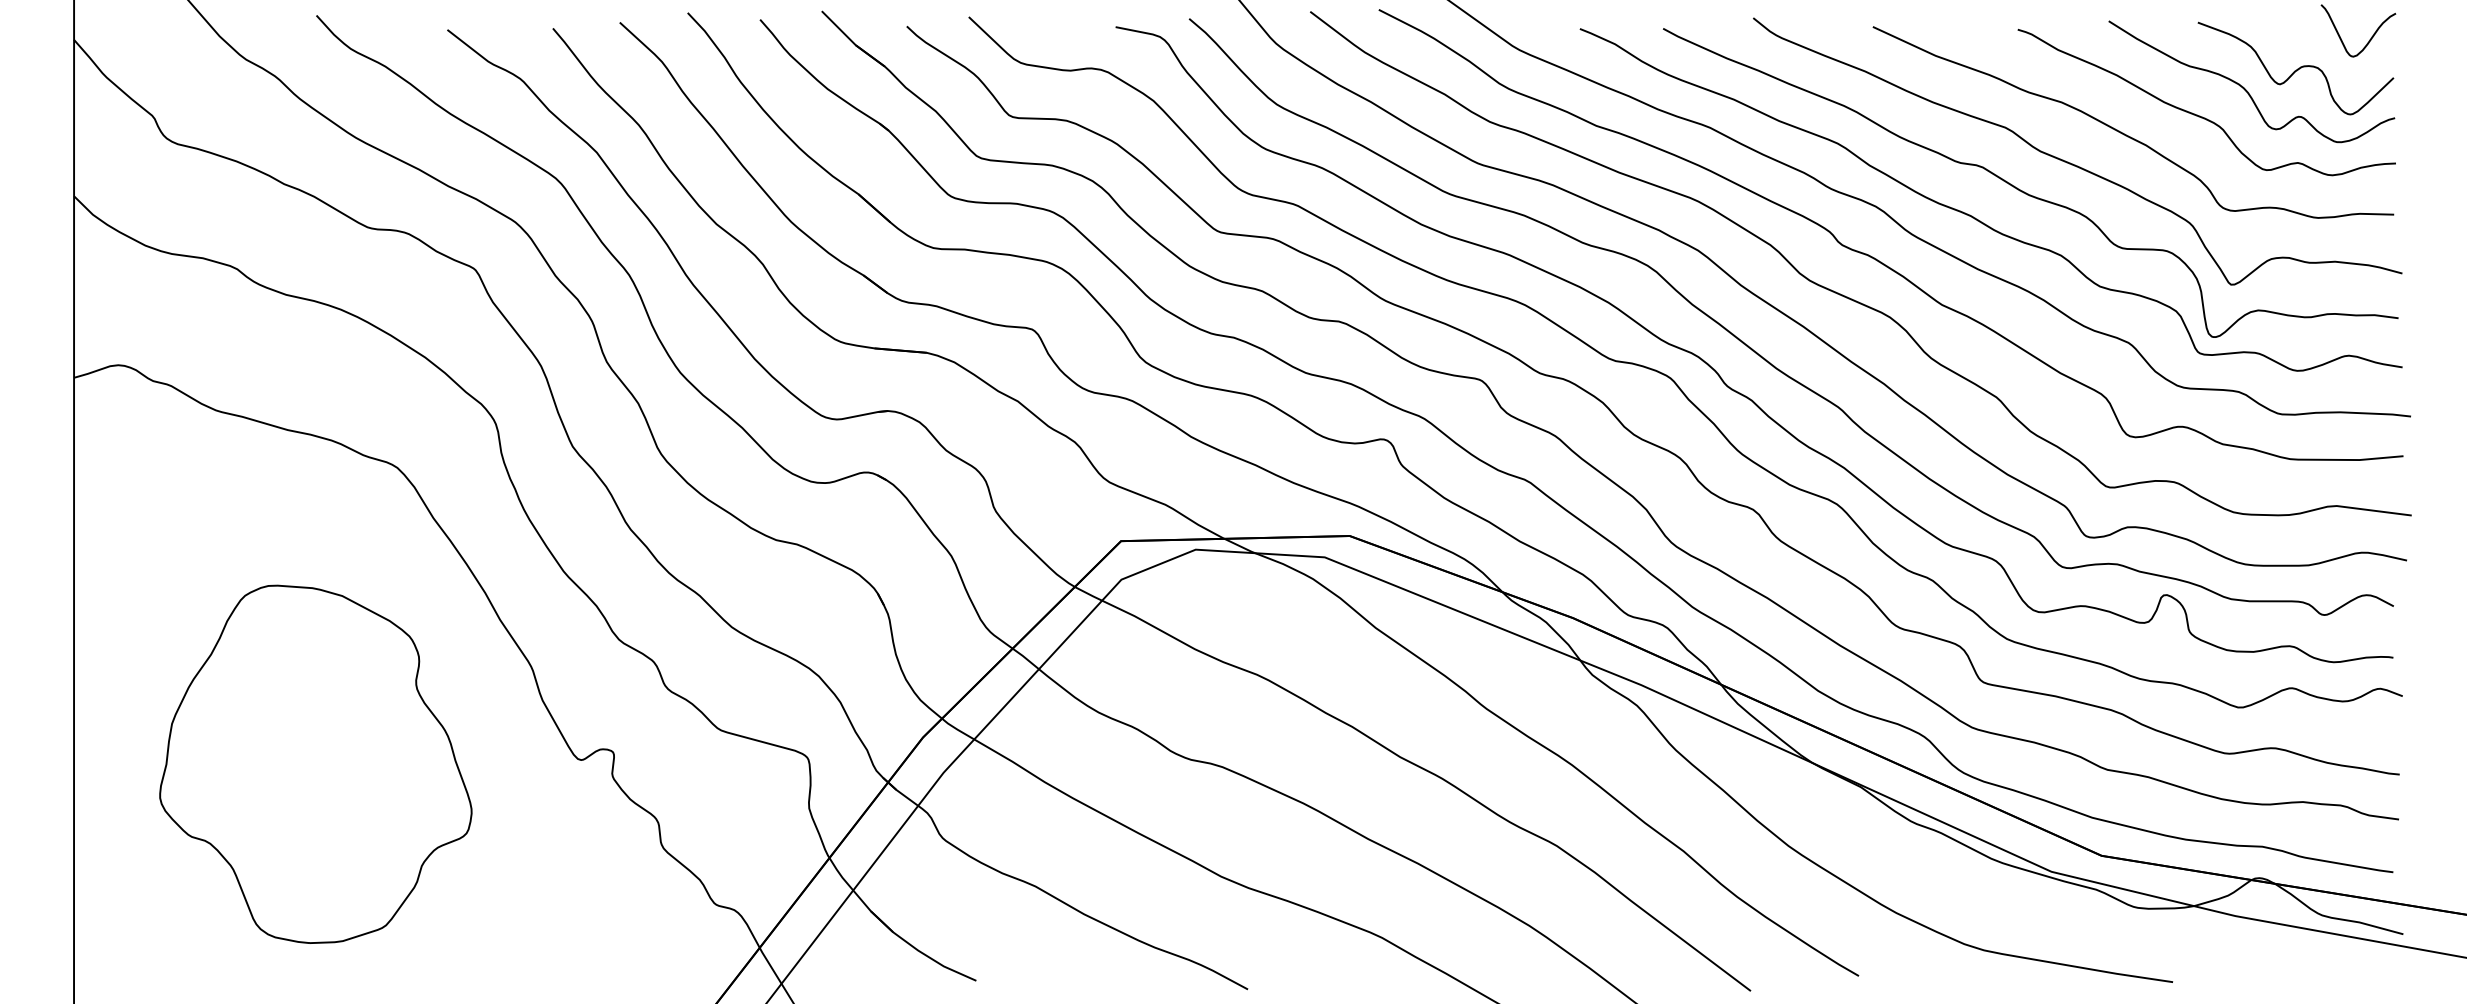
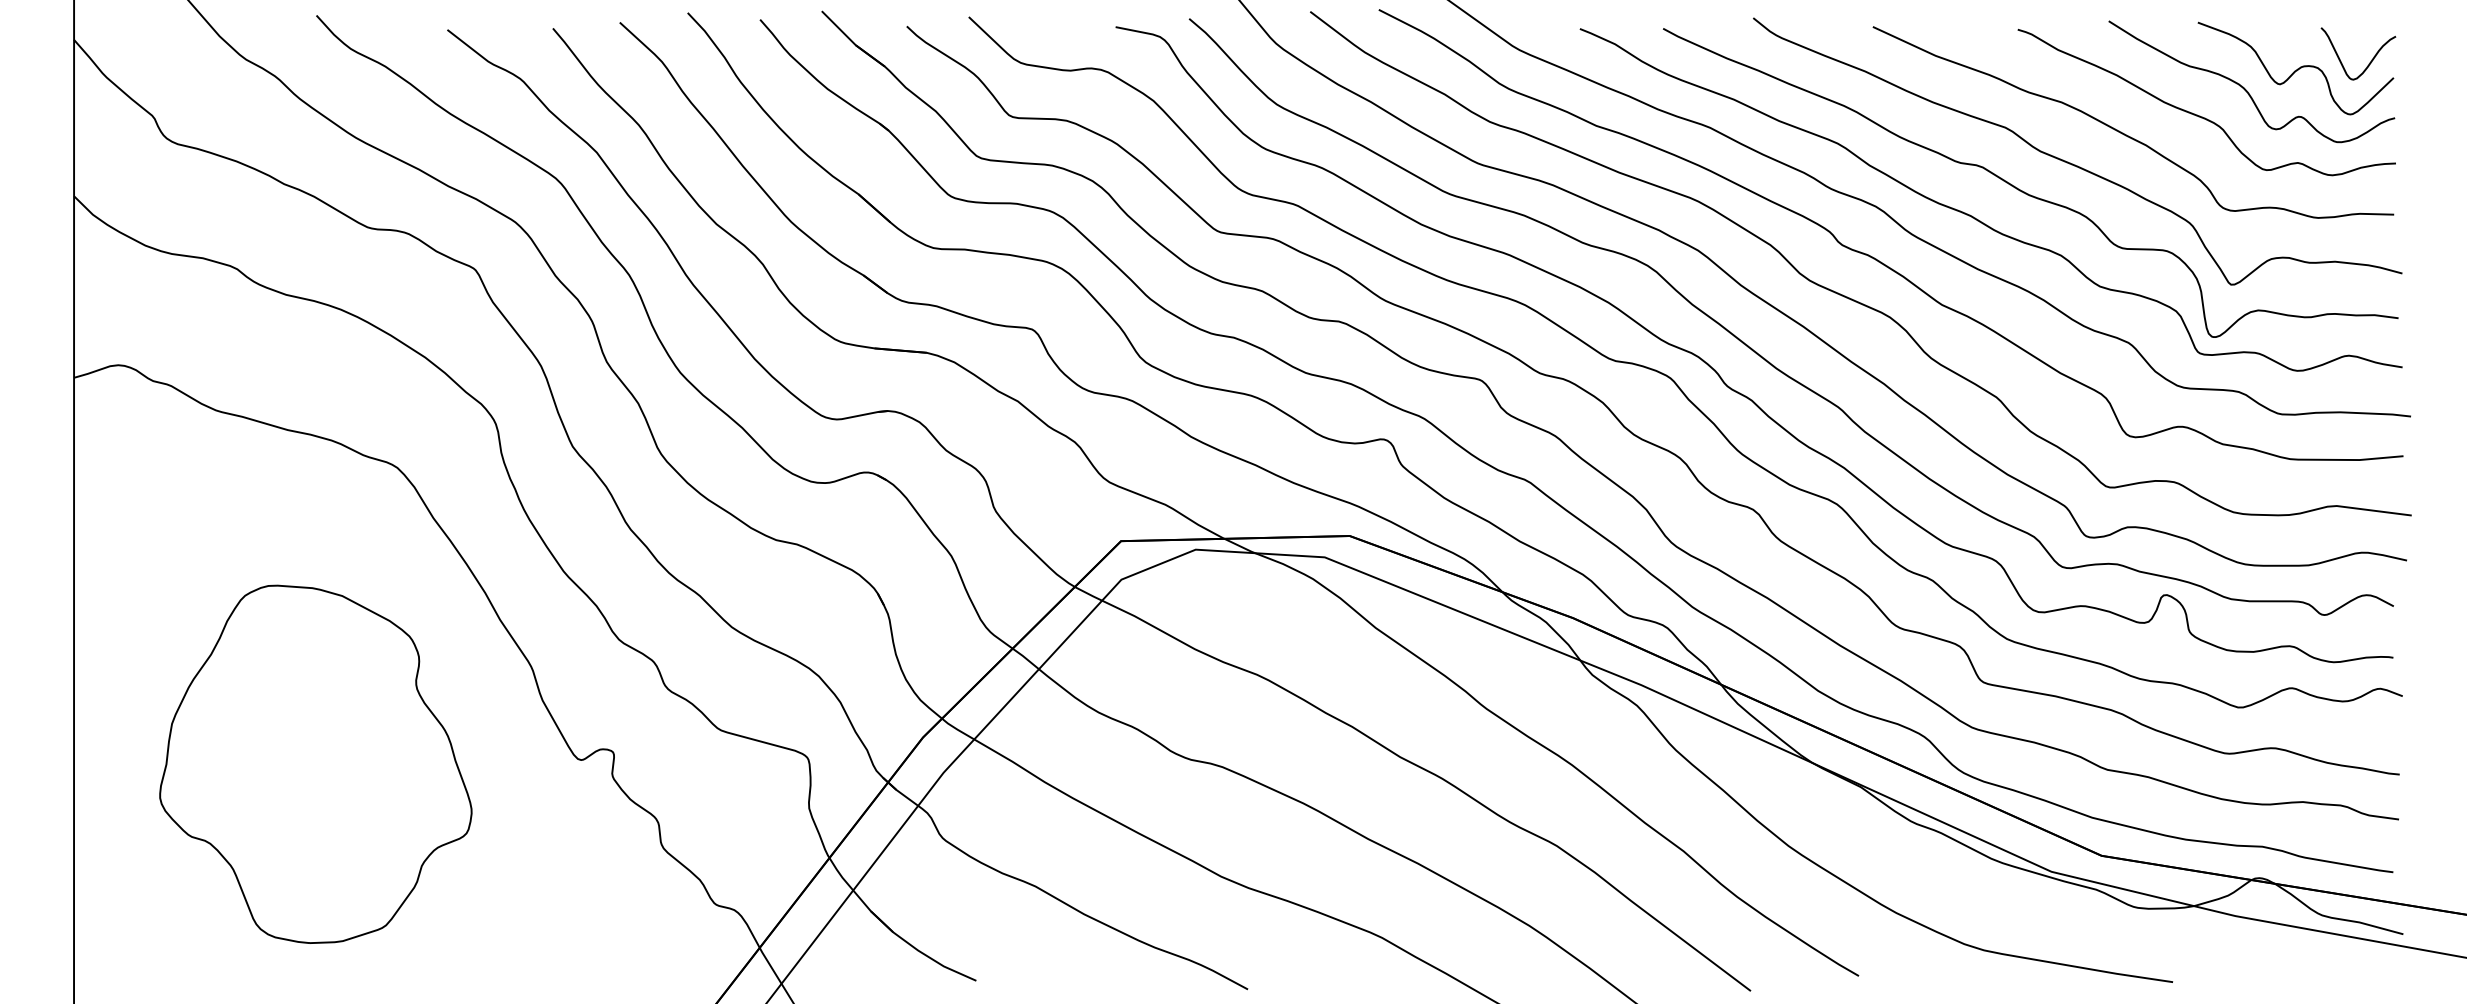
curve at (2369, 39) position: (2369, 39) -> (2369, 62)
